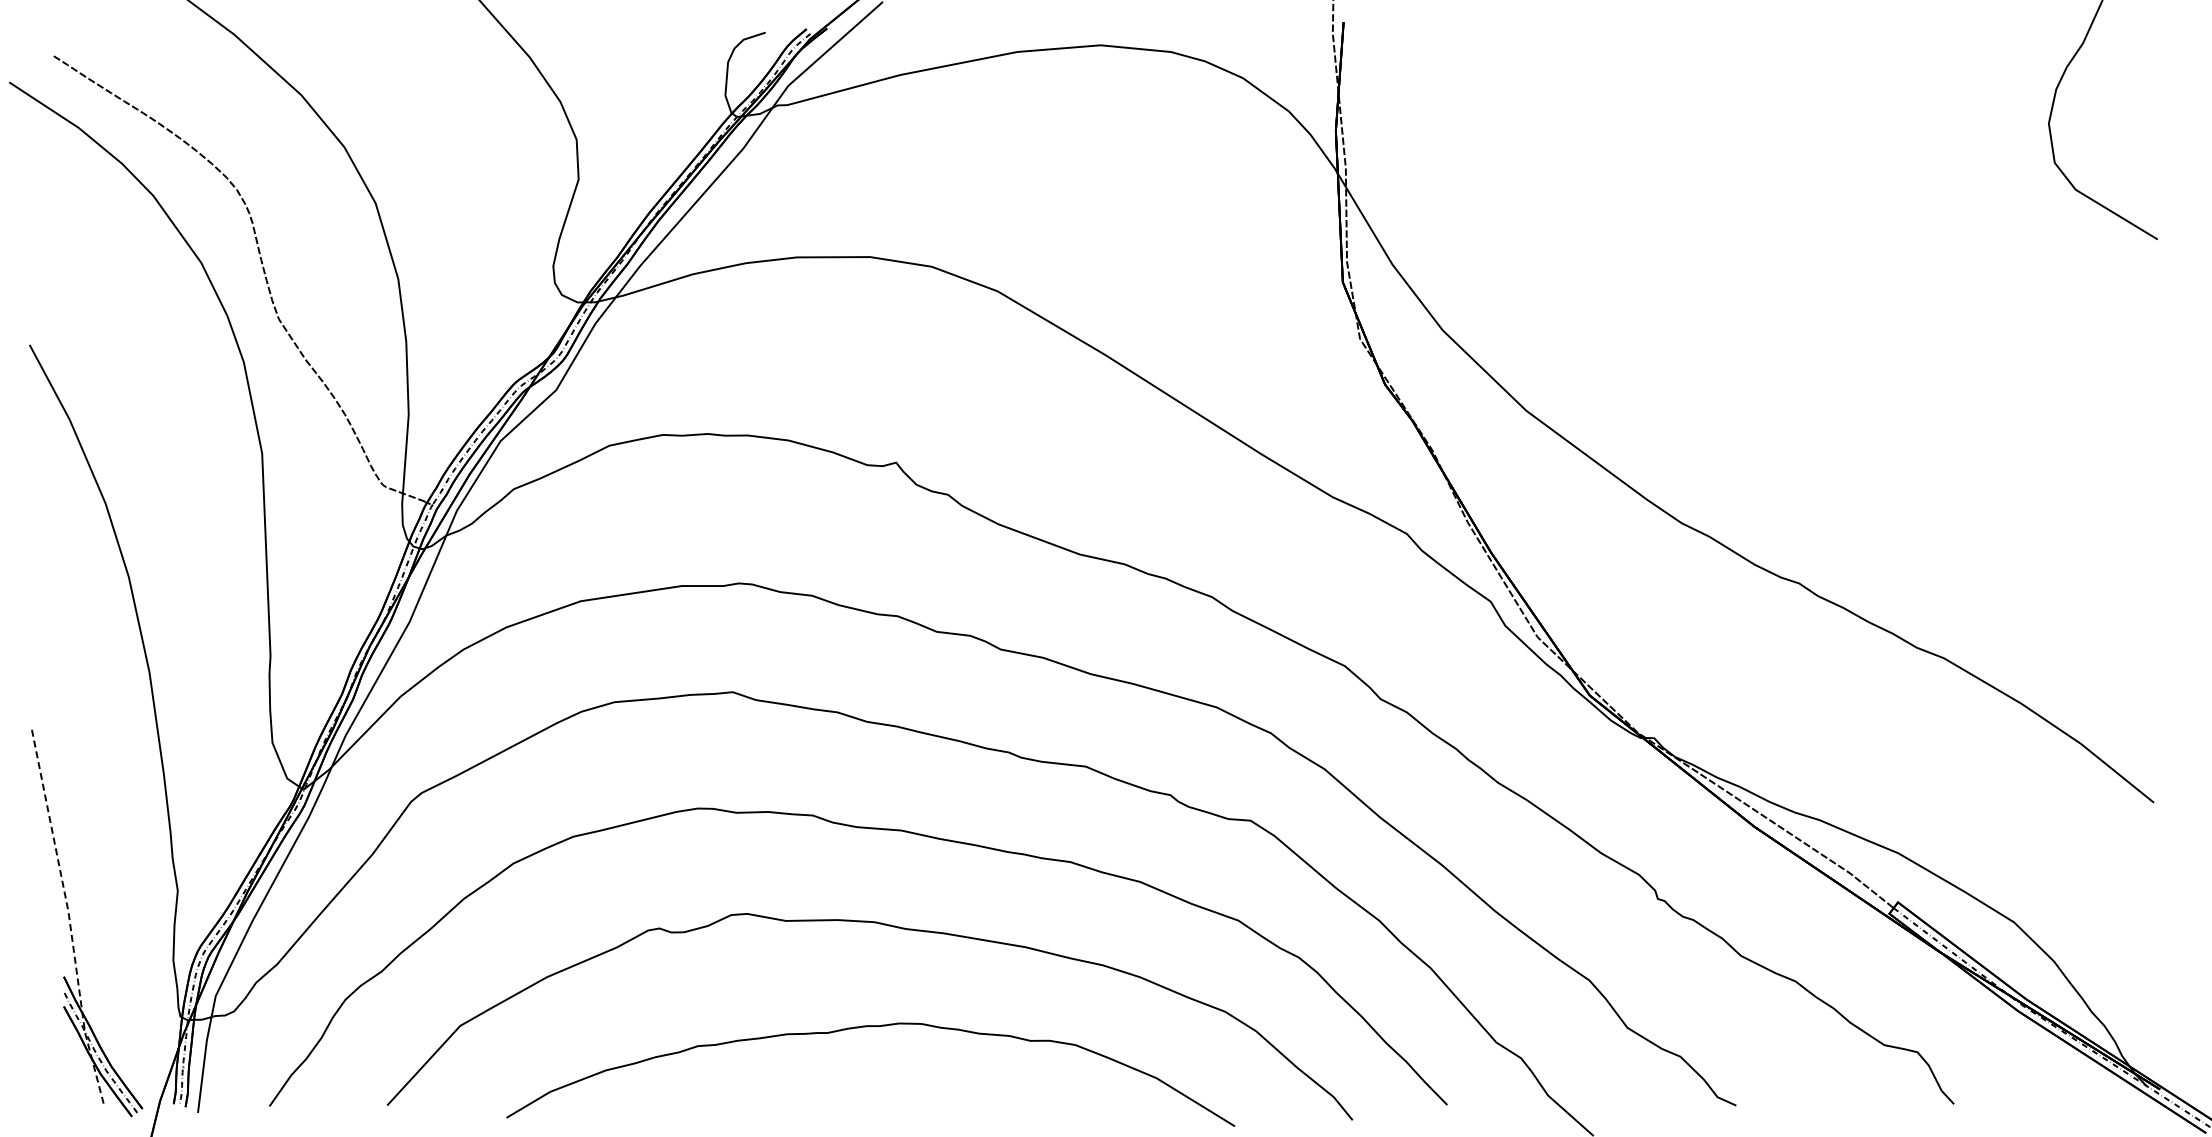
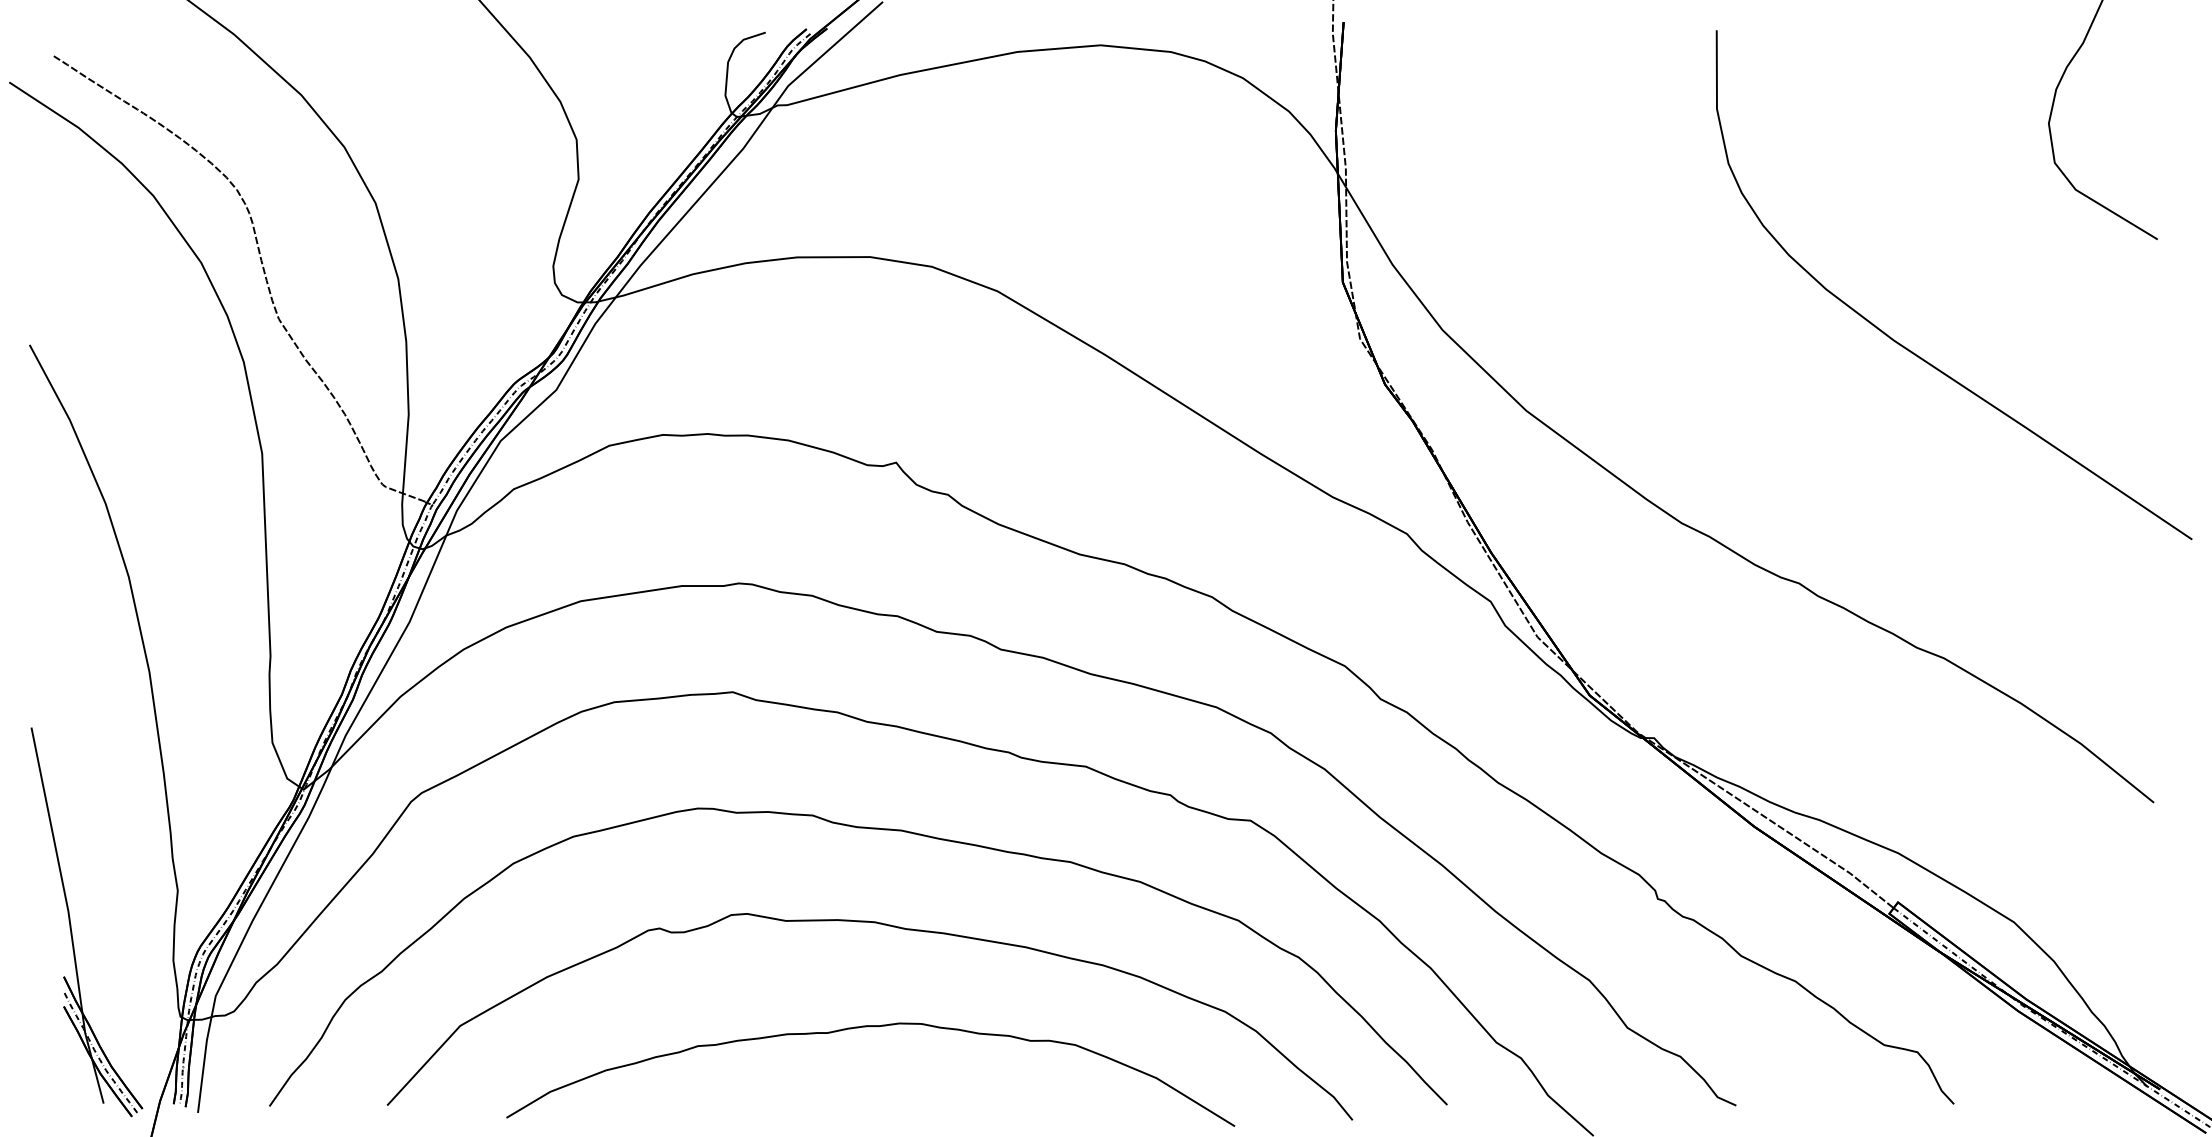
curve at (1909, 349): none -> present
line at (68, 915): dashed -> solid
